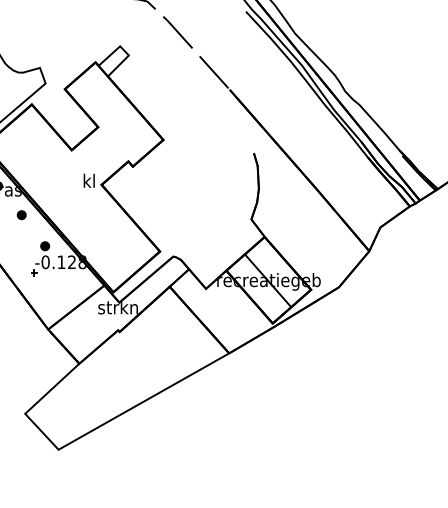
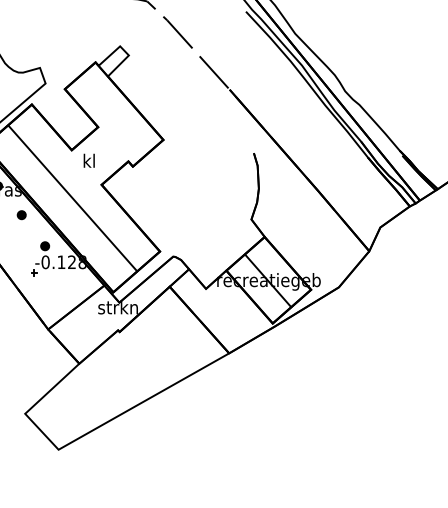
text at (88, 180) position: (88, 180) -> (88, 160)
line at (72, 198): none -> present
